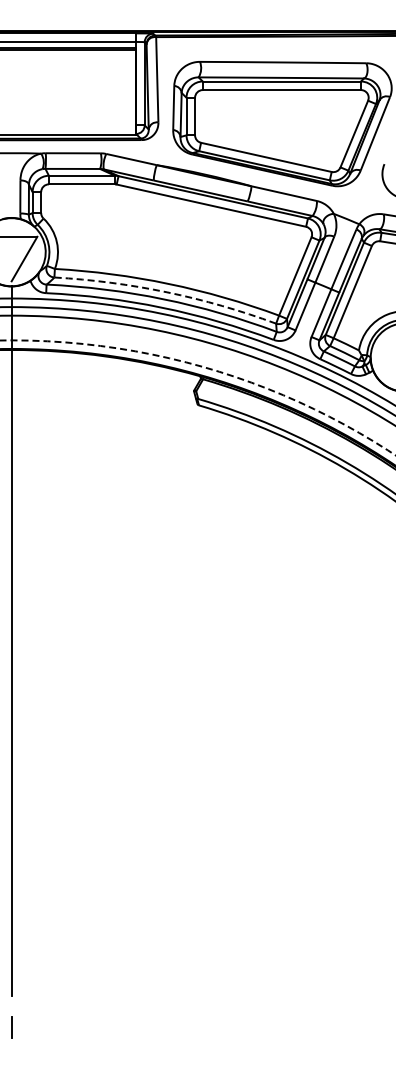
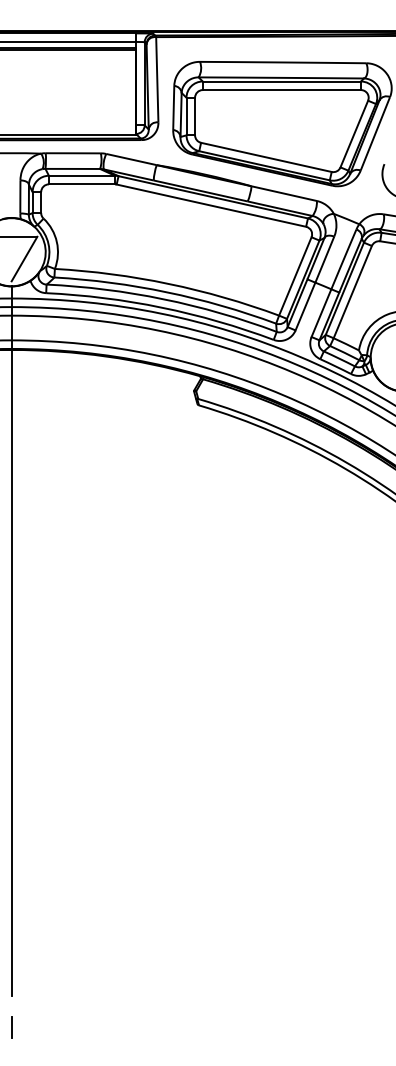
arc at (167, 292): dashed -> solid
circle at (197, 397): dashed -> solid
